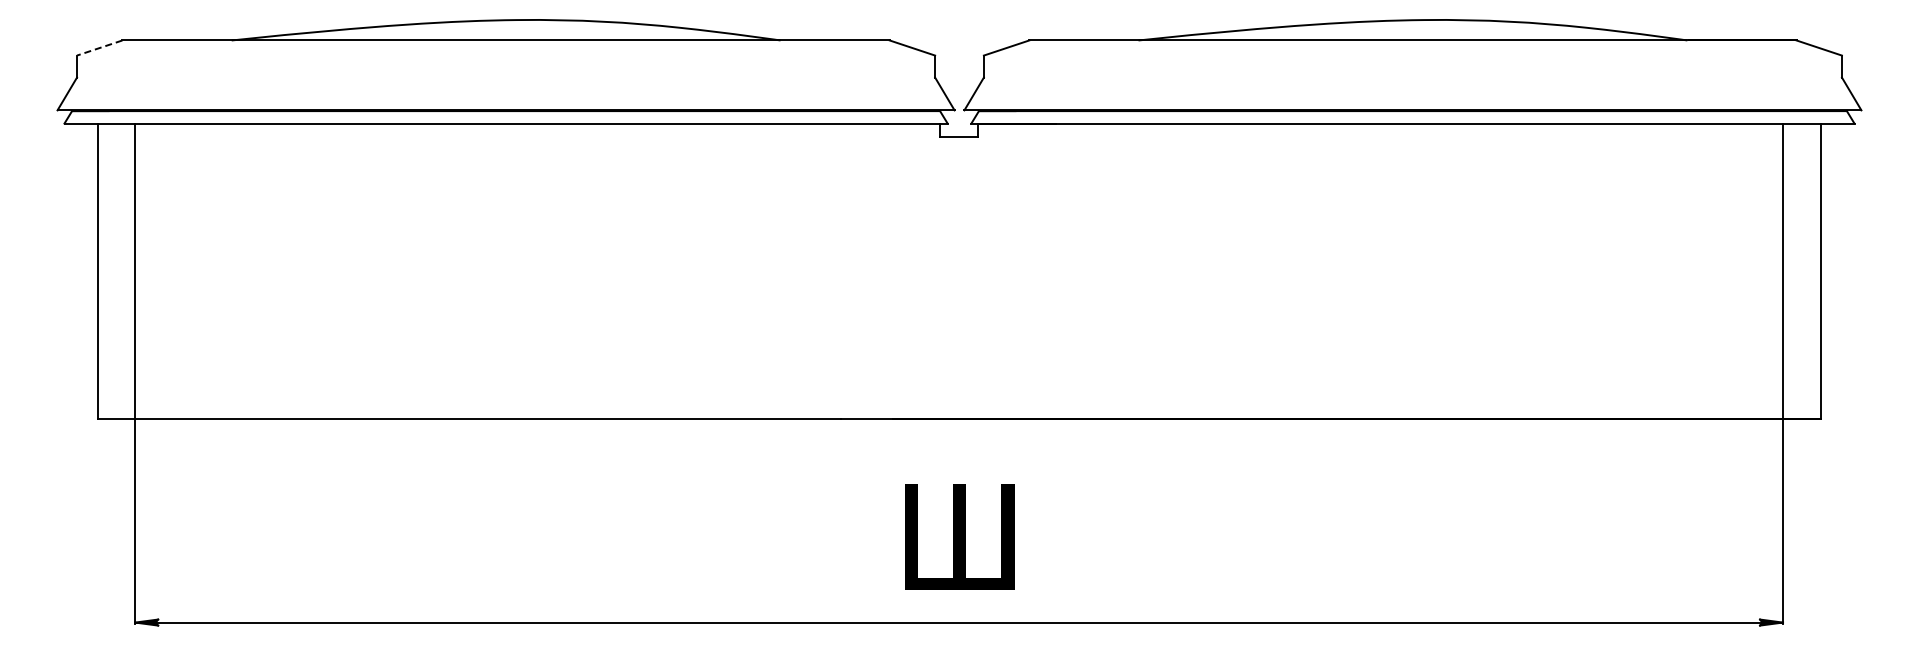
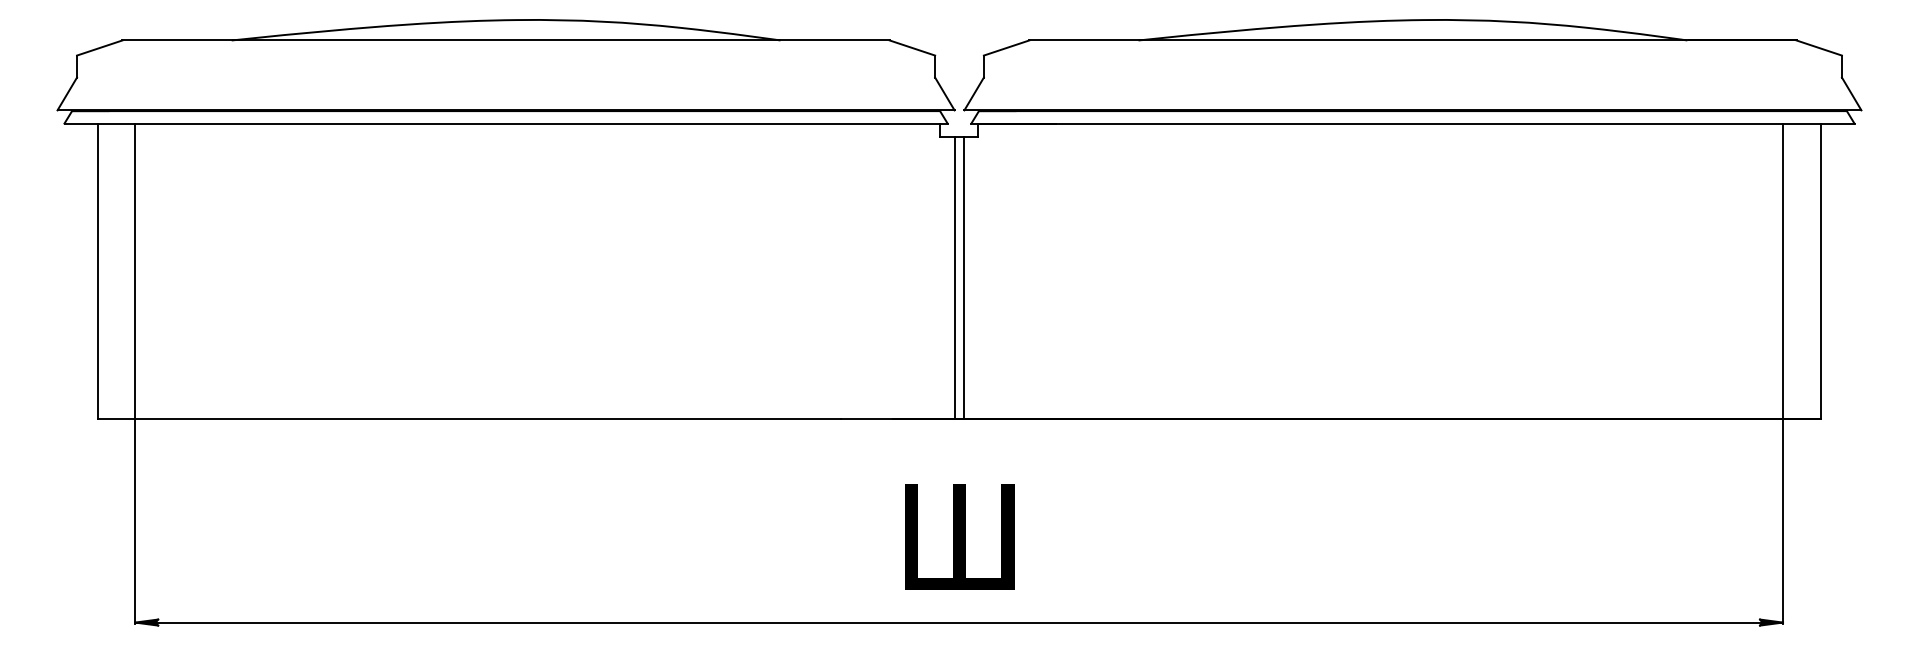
line at (99, 48): dashed -> solid
line at (954, 277): none -> present
line at (964, 277): none -> present
